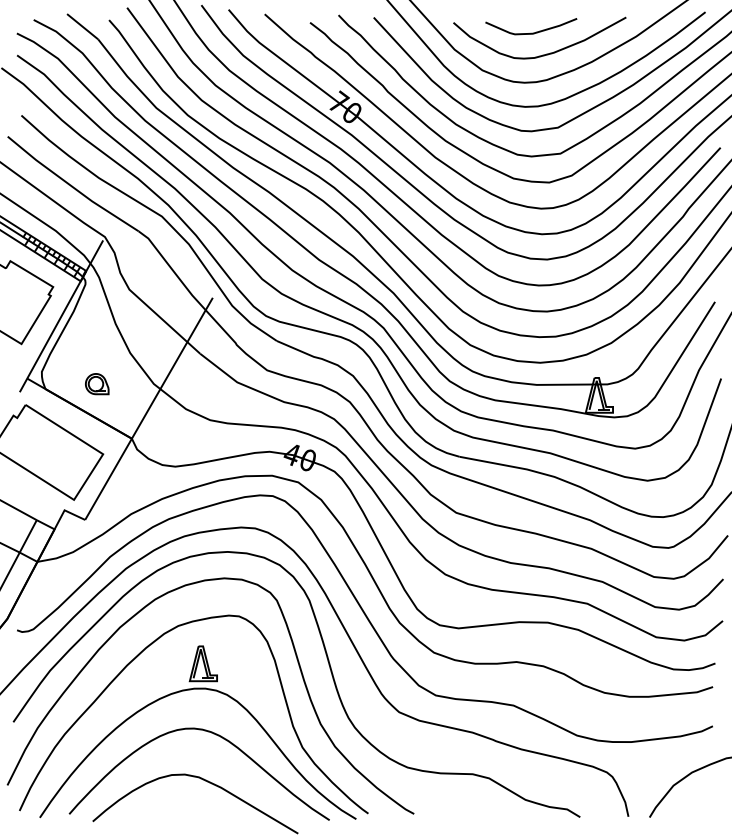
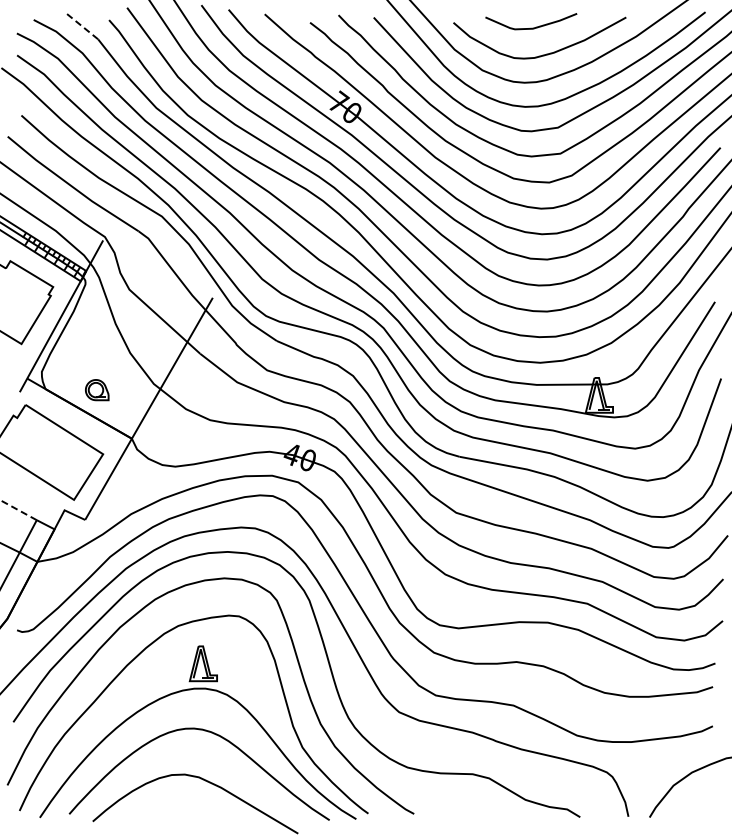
line at (83, 27): solid -> dashed
curve at (531, 32) position: (531, 32) -> (531, 27)
part at (97, 384) position: (97, 384) -> (97, 390)
line at (18, 510): solid -> dashed
